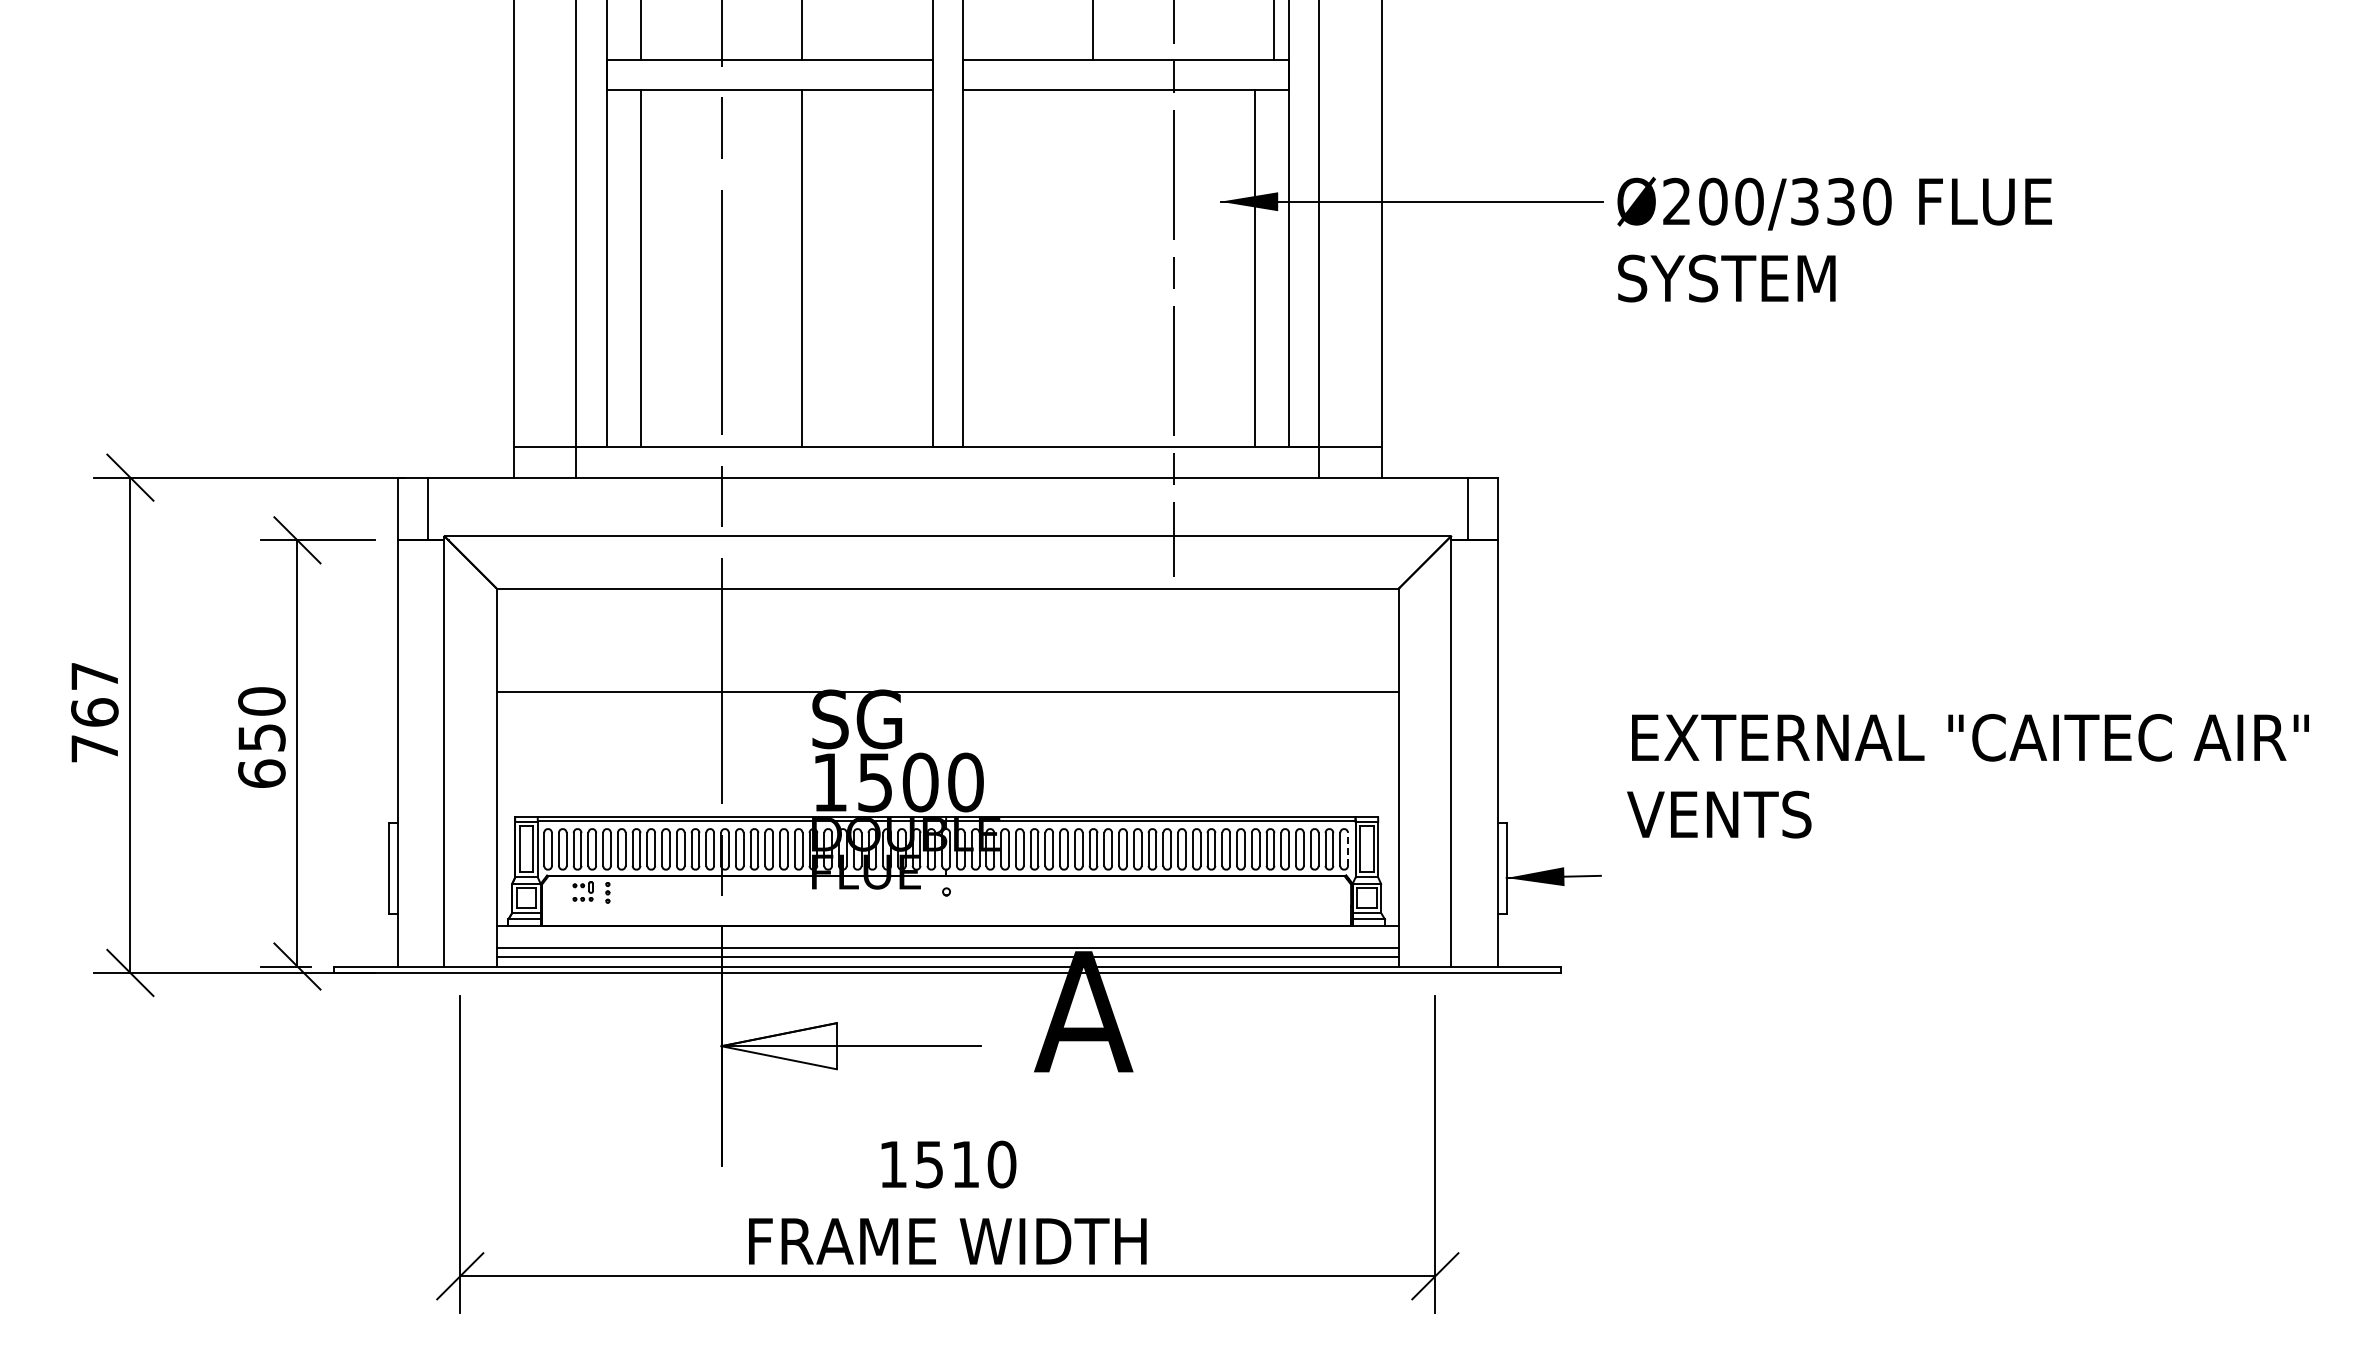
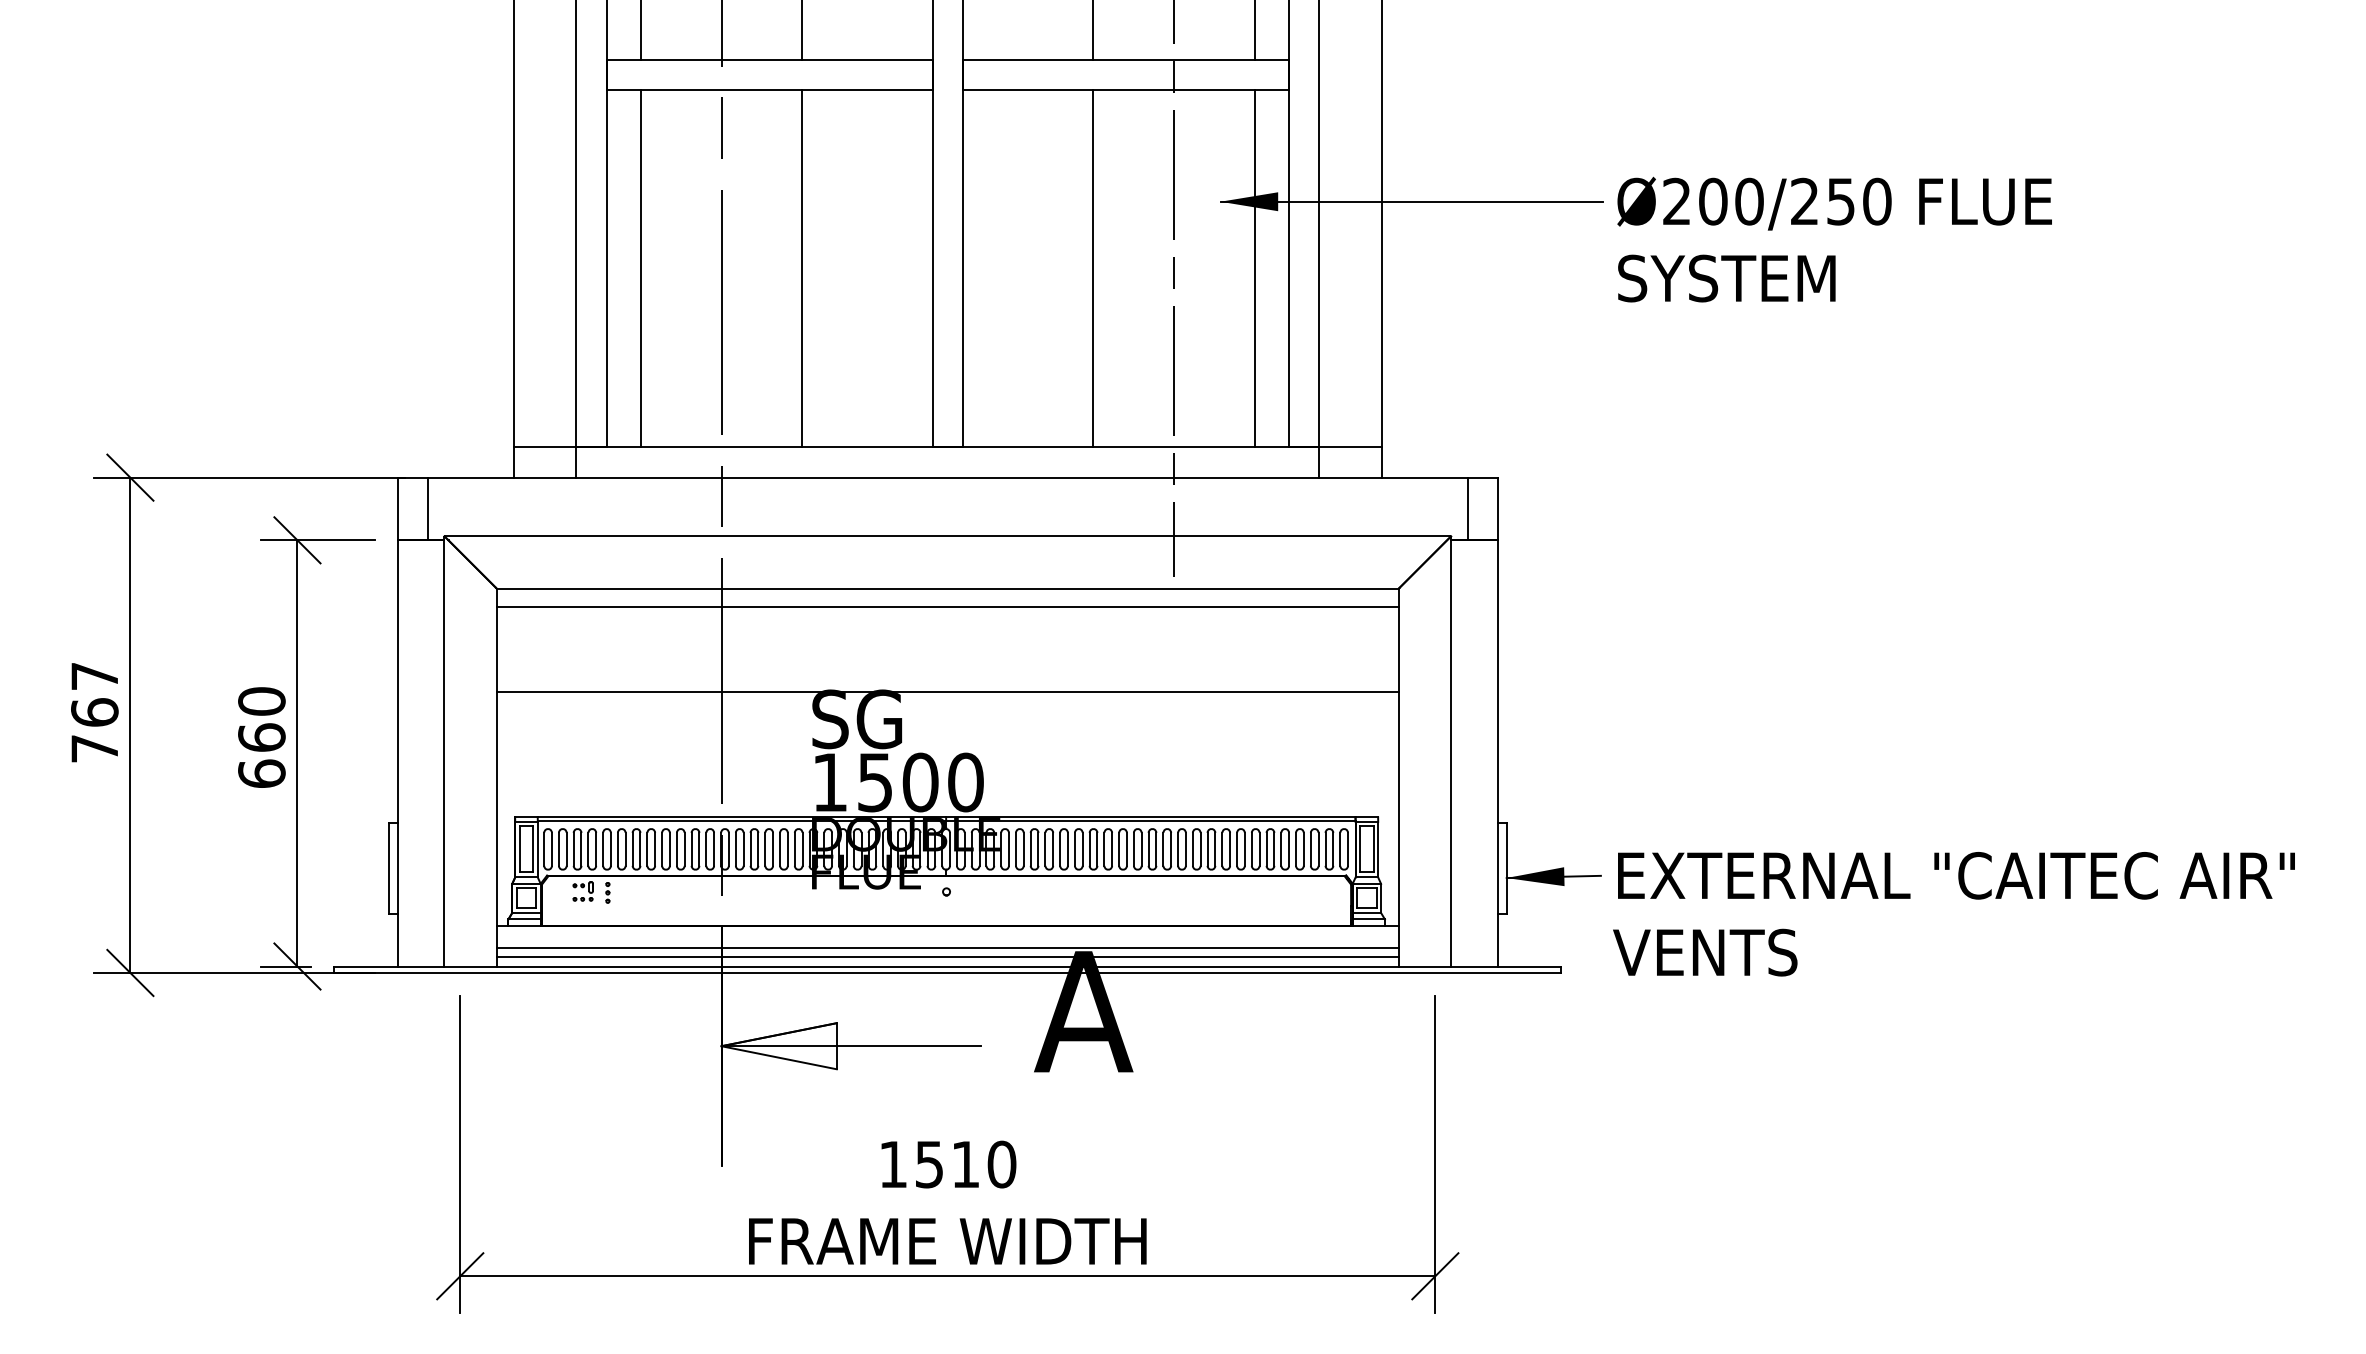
line at (1273, 30) position: (1273, 30) -> (1254, 30)
text at (1822, 201): Ø200/330 -> Ø200/250
line at (1093, 268): none -> present
line at (947, 606): none -> present
text at (261, 737): 650 -> 660
text at (1967, 776) position: (1967, 776) -> (1953, 914)
line at (1348, 848): dashed -> solid
